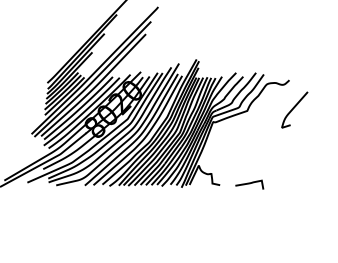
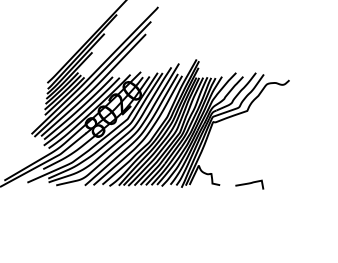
curve at (294, 108): present -> none
